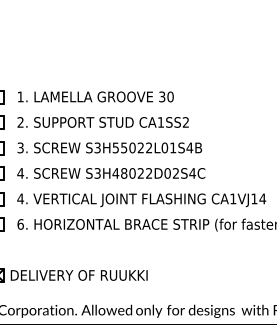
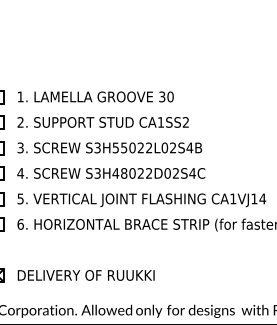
text at (173, 147): S3H55022L01S4B -> S3H55022L02S4B
text at (20, 198): 4. -> 5.
text at (78, 275) position: (78, 275) -> (85, 275)
